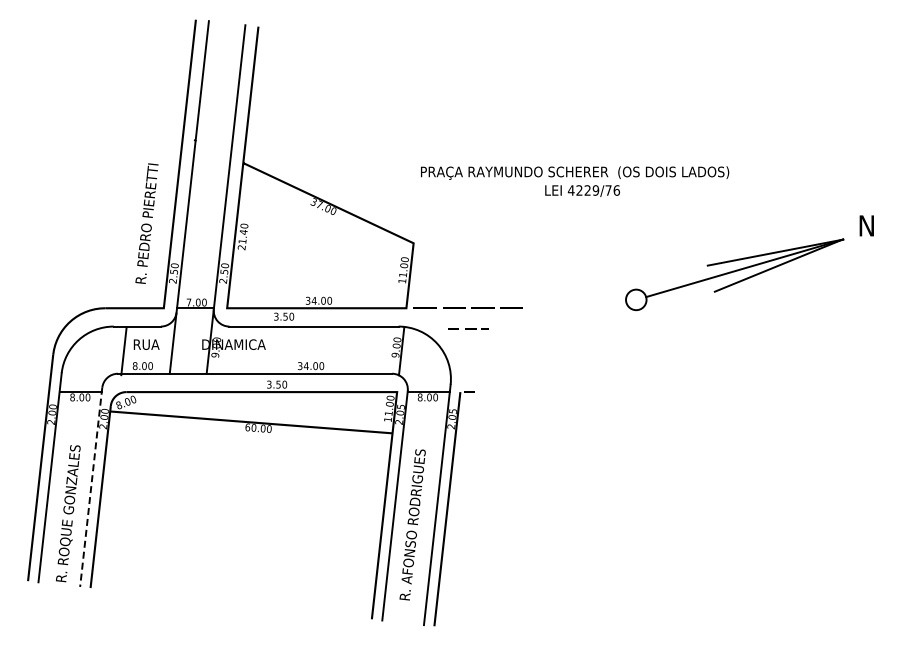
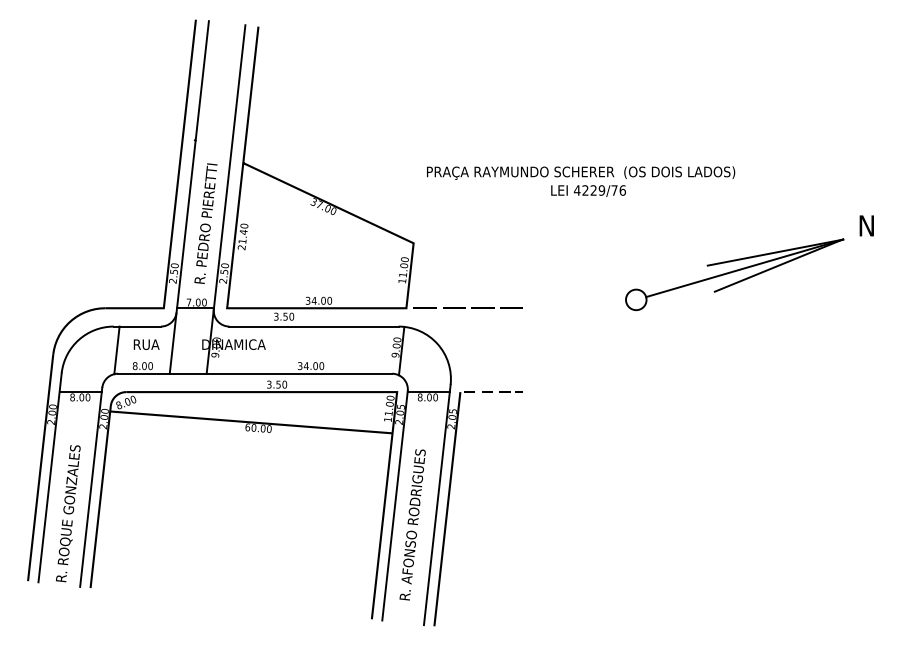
text at (575, 181) position: (575, 181) -> (581, 181)
text at (146, 223) position: (146, 223) -> (205, 223)
line at (468, 328) position: (468, 328) -> (502, 391)
line at (123, 351) position: (123, 351) -> (116, 350)
line at (91, 487): dashed -> solid
